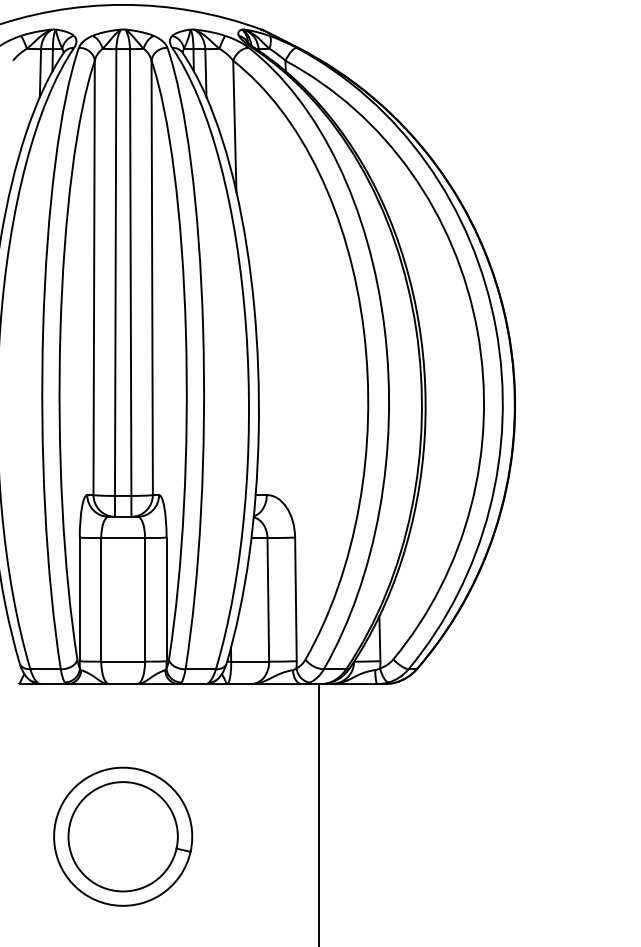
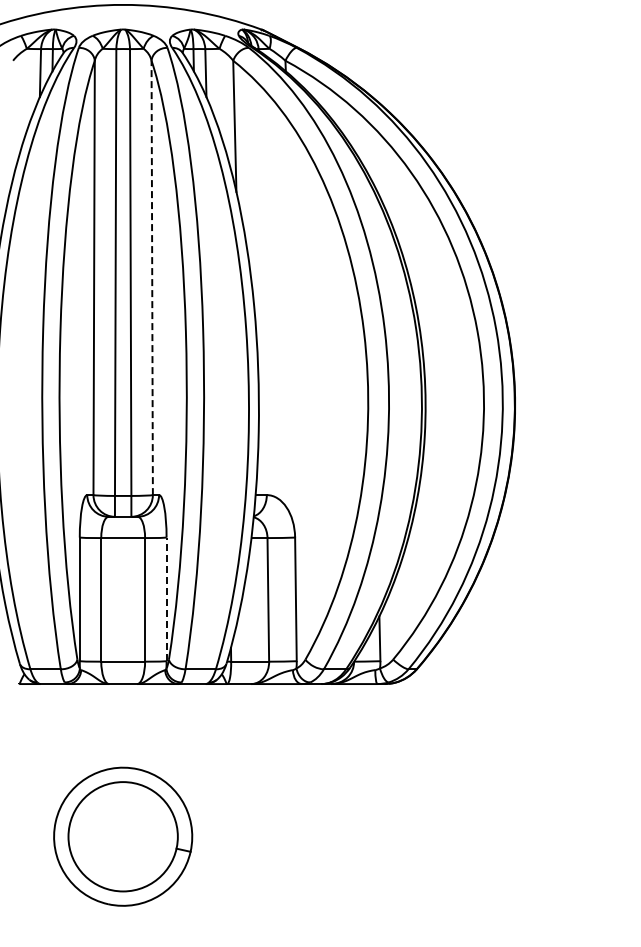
line at (152, 277): solid -> dashed
line at (166, 599): solid -> dashed
line at (318, 813): present -> none
